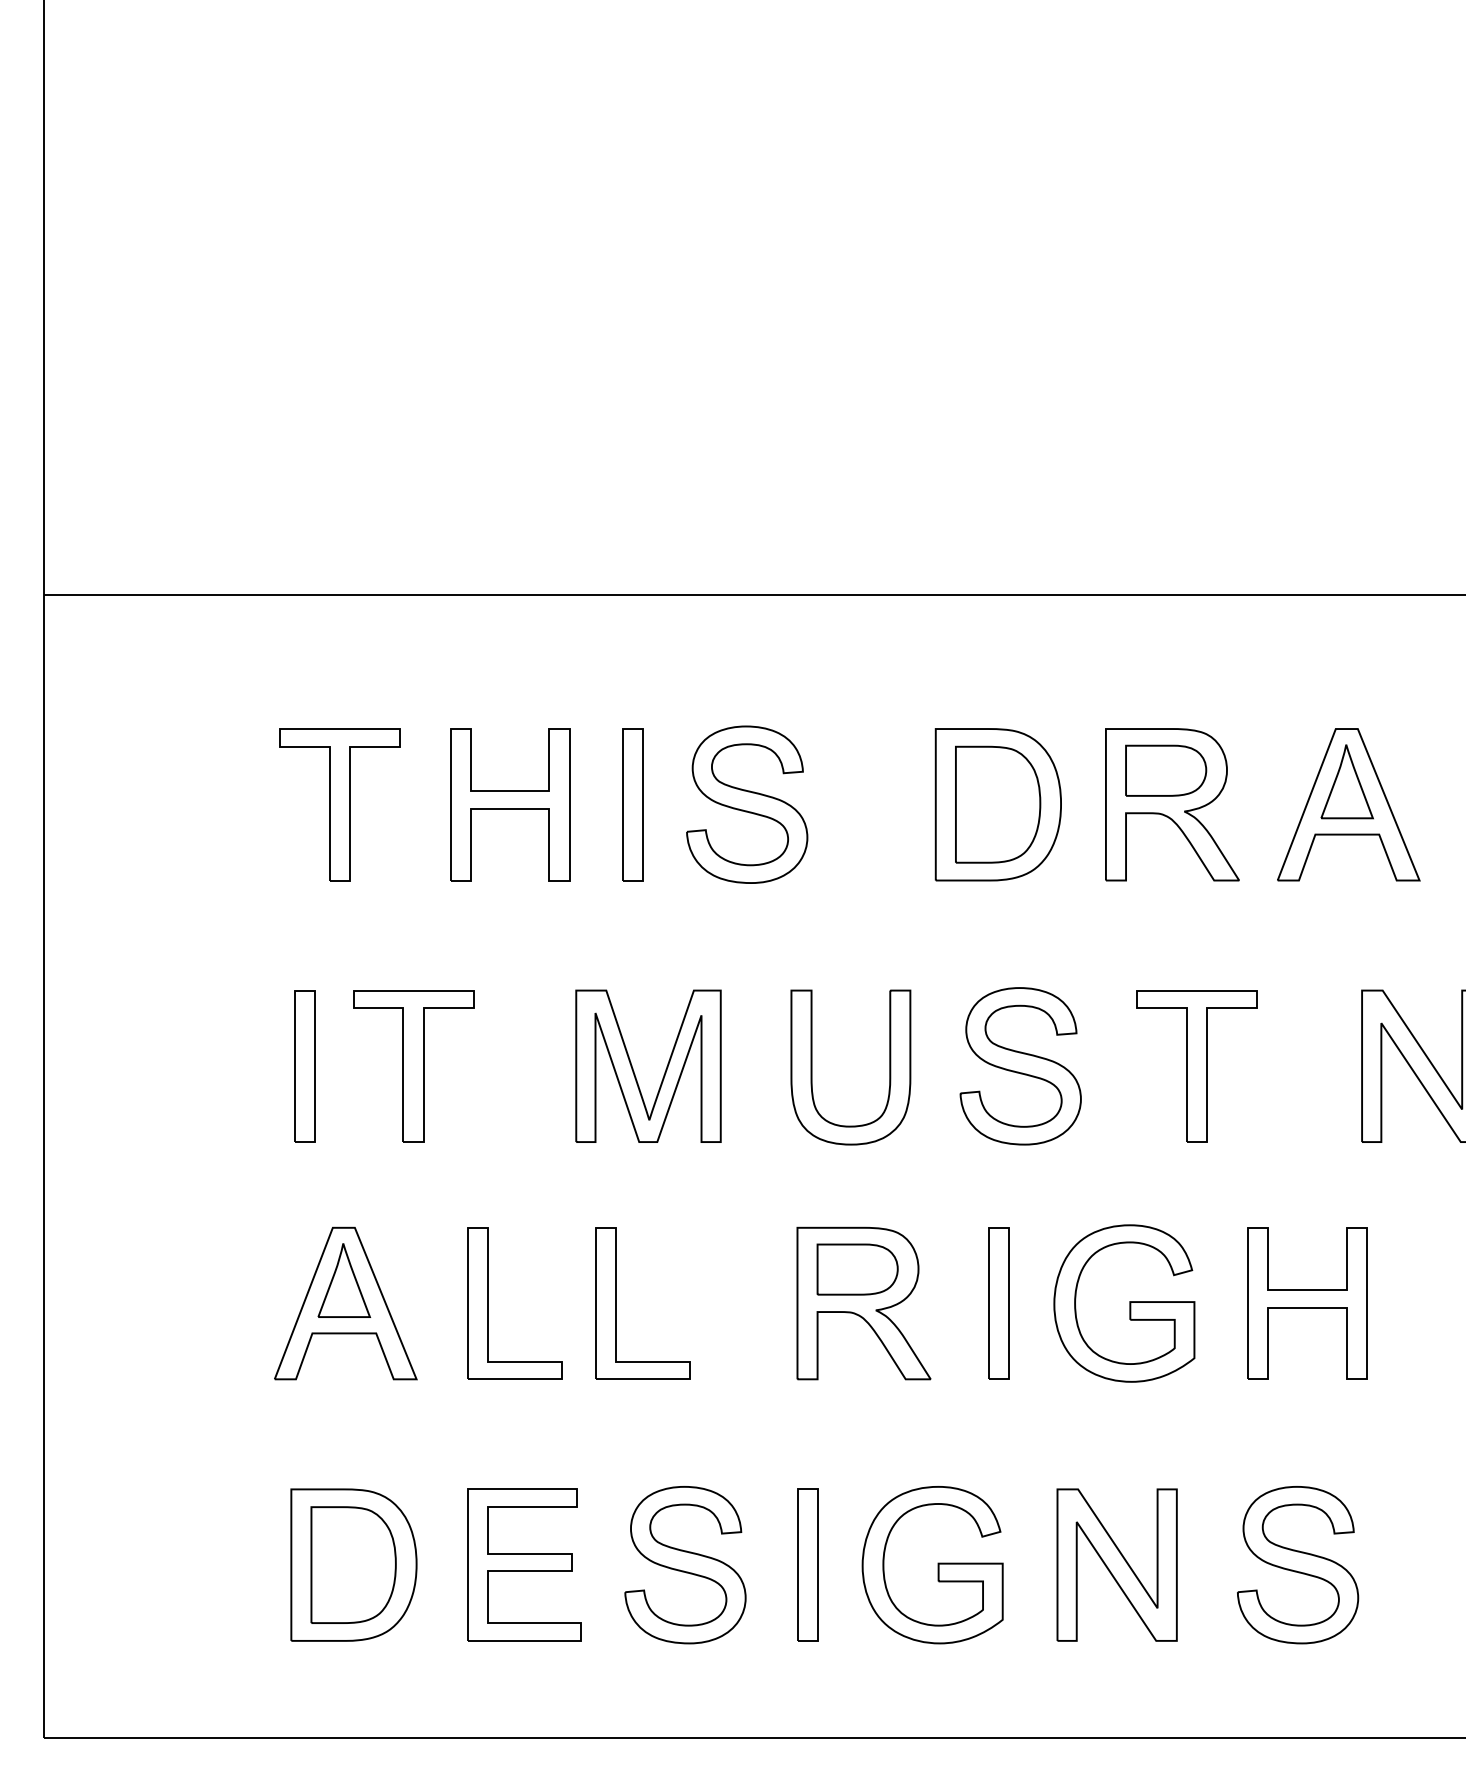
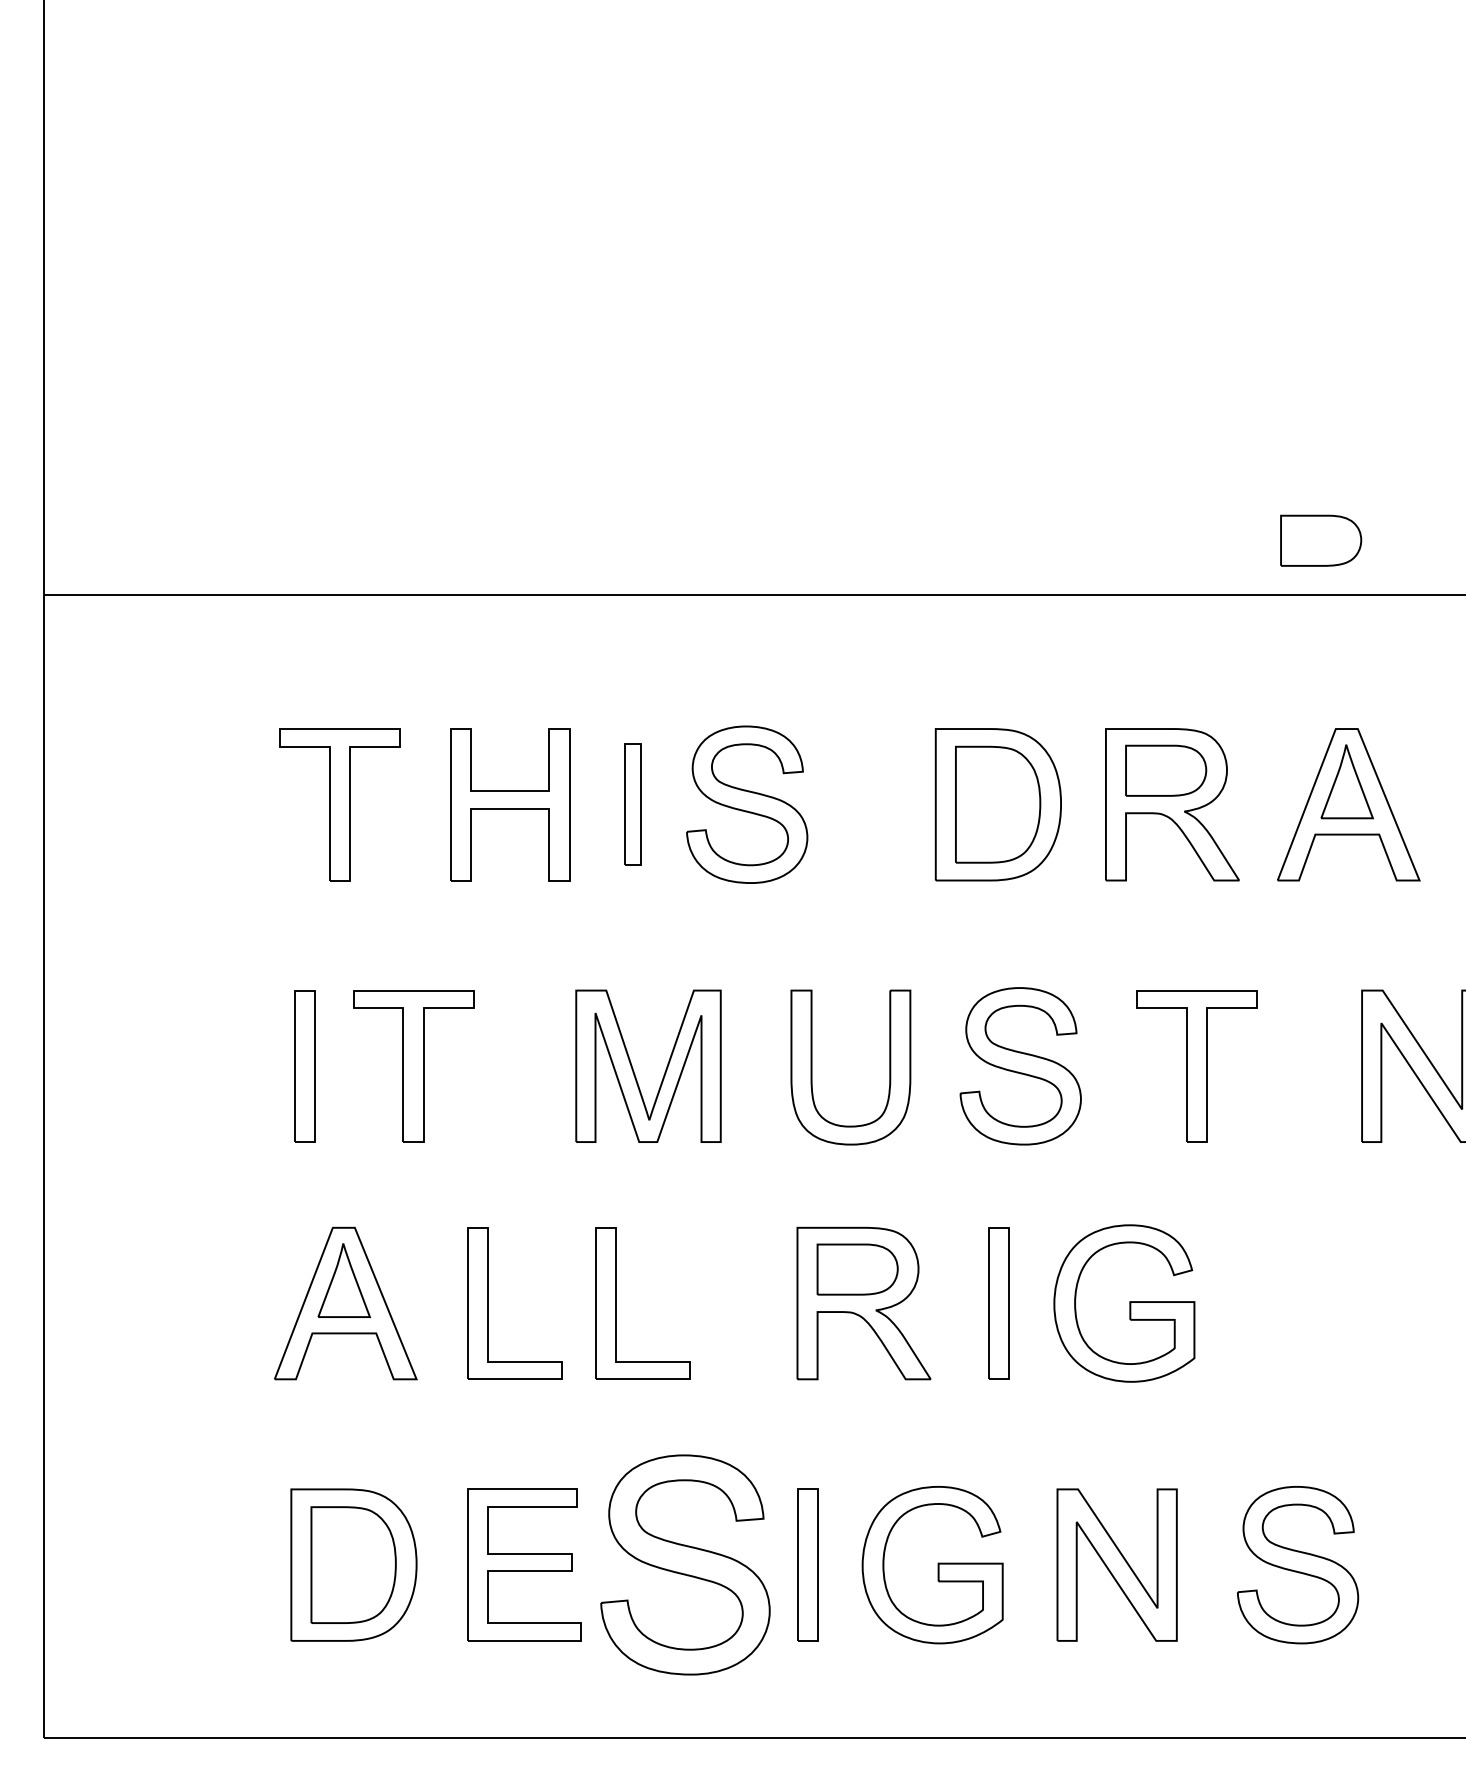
part at (1321, 540): none -> present
part at (632, 804) size: 22x154 px -> 18x123 px
part at (1307, 1303): present -> none
part at (685, 1565) size: 123x159 px -> 171x222 px
